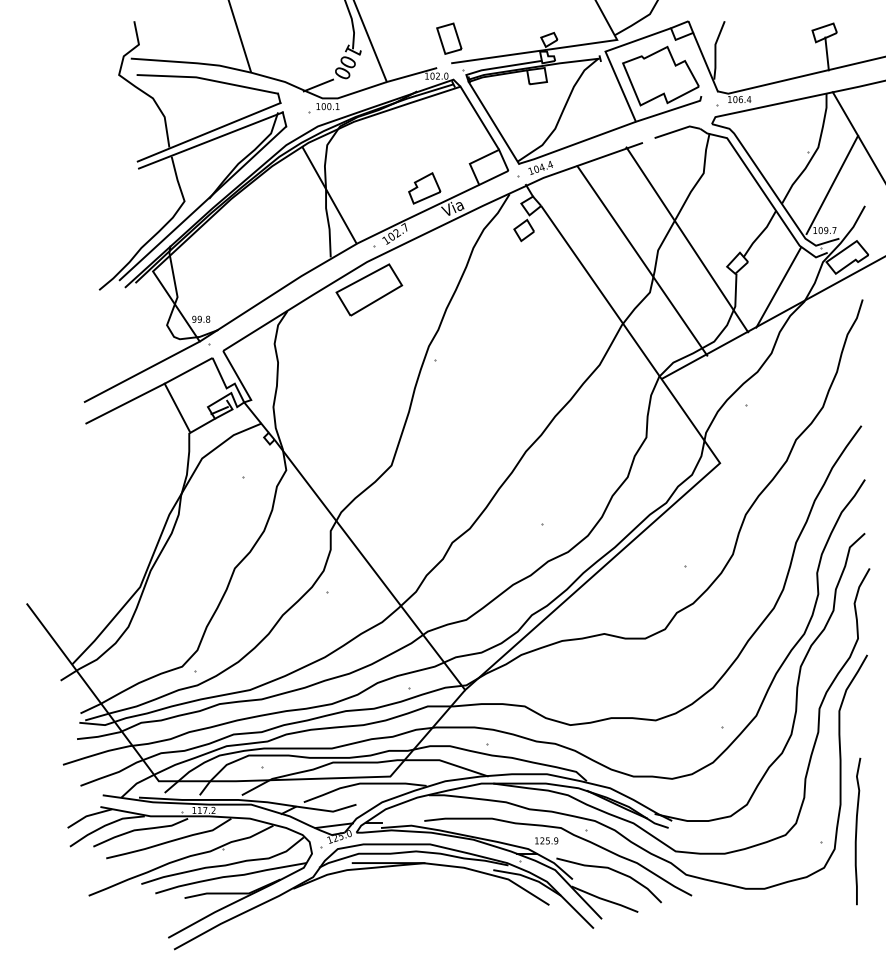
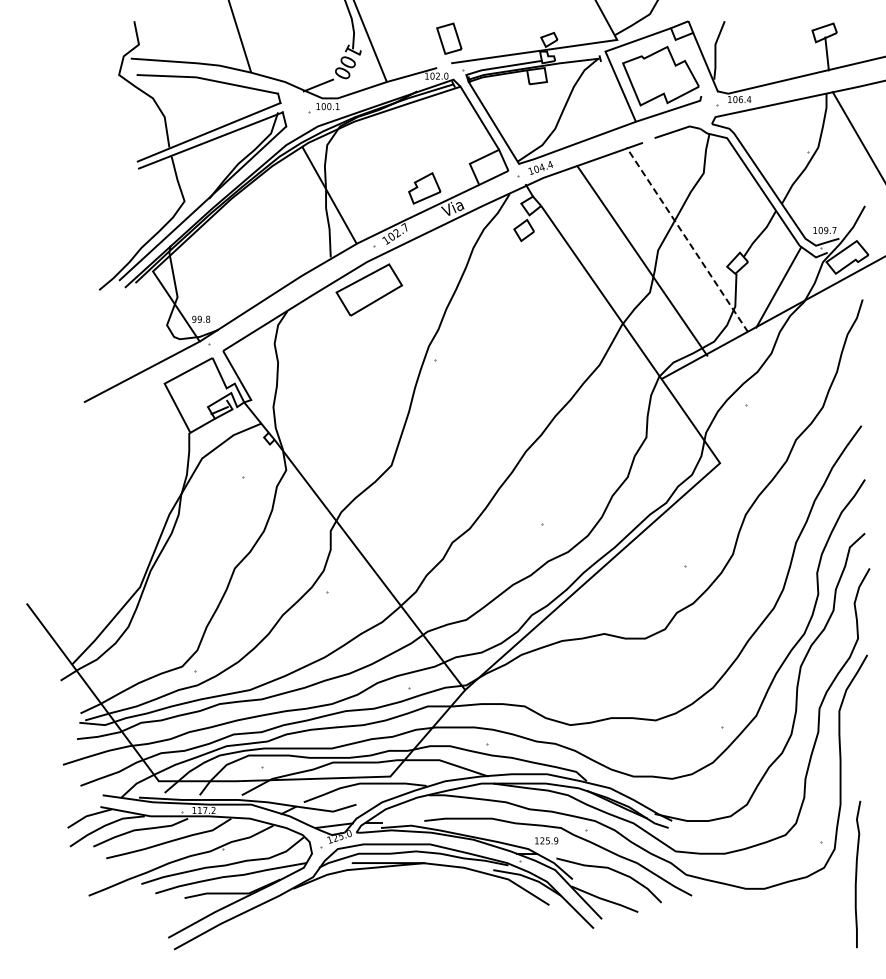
line at (832, 184): present -> none
line at (687, 239): solid -> dashed
line at (125, 403): present -> none
curve at (857, 831) position: (857, 831) -> (857, 874)
